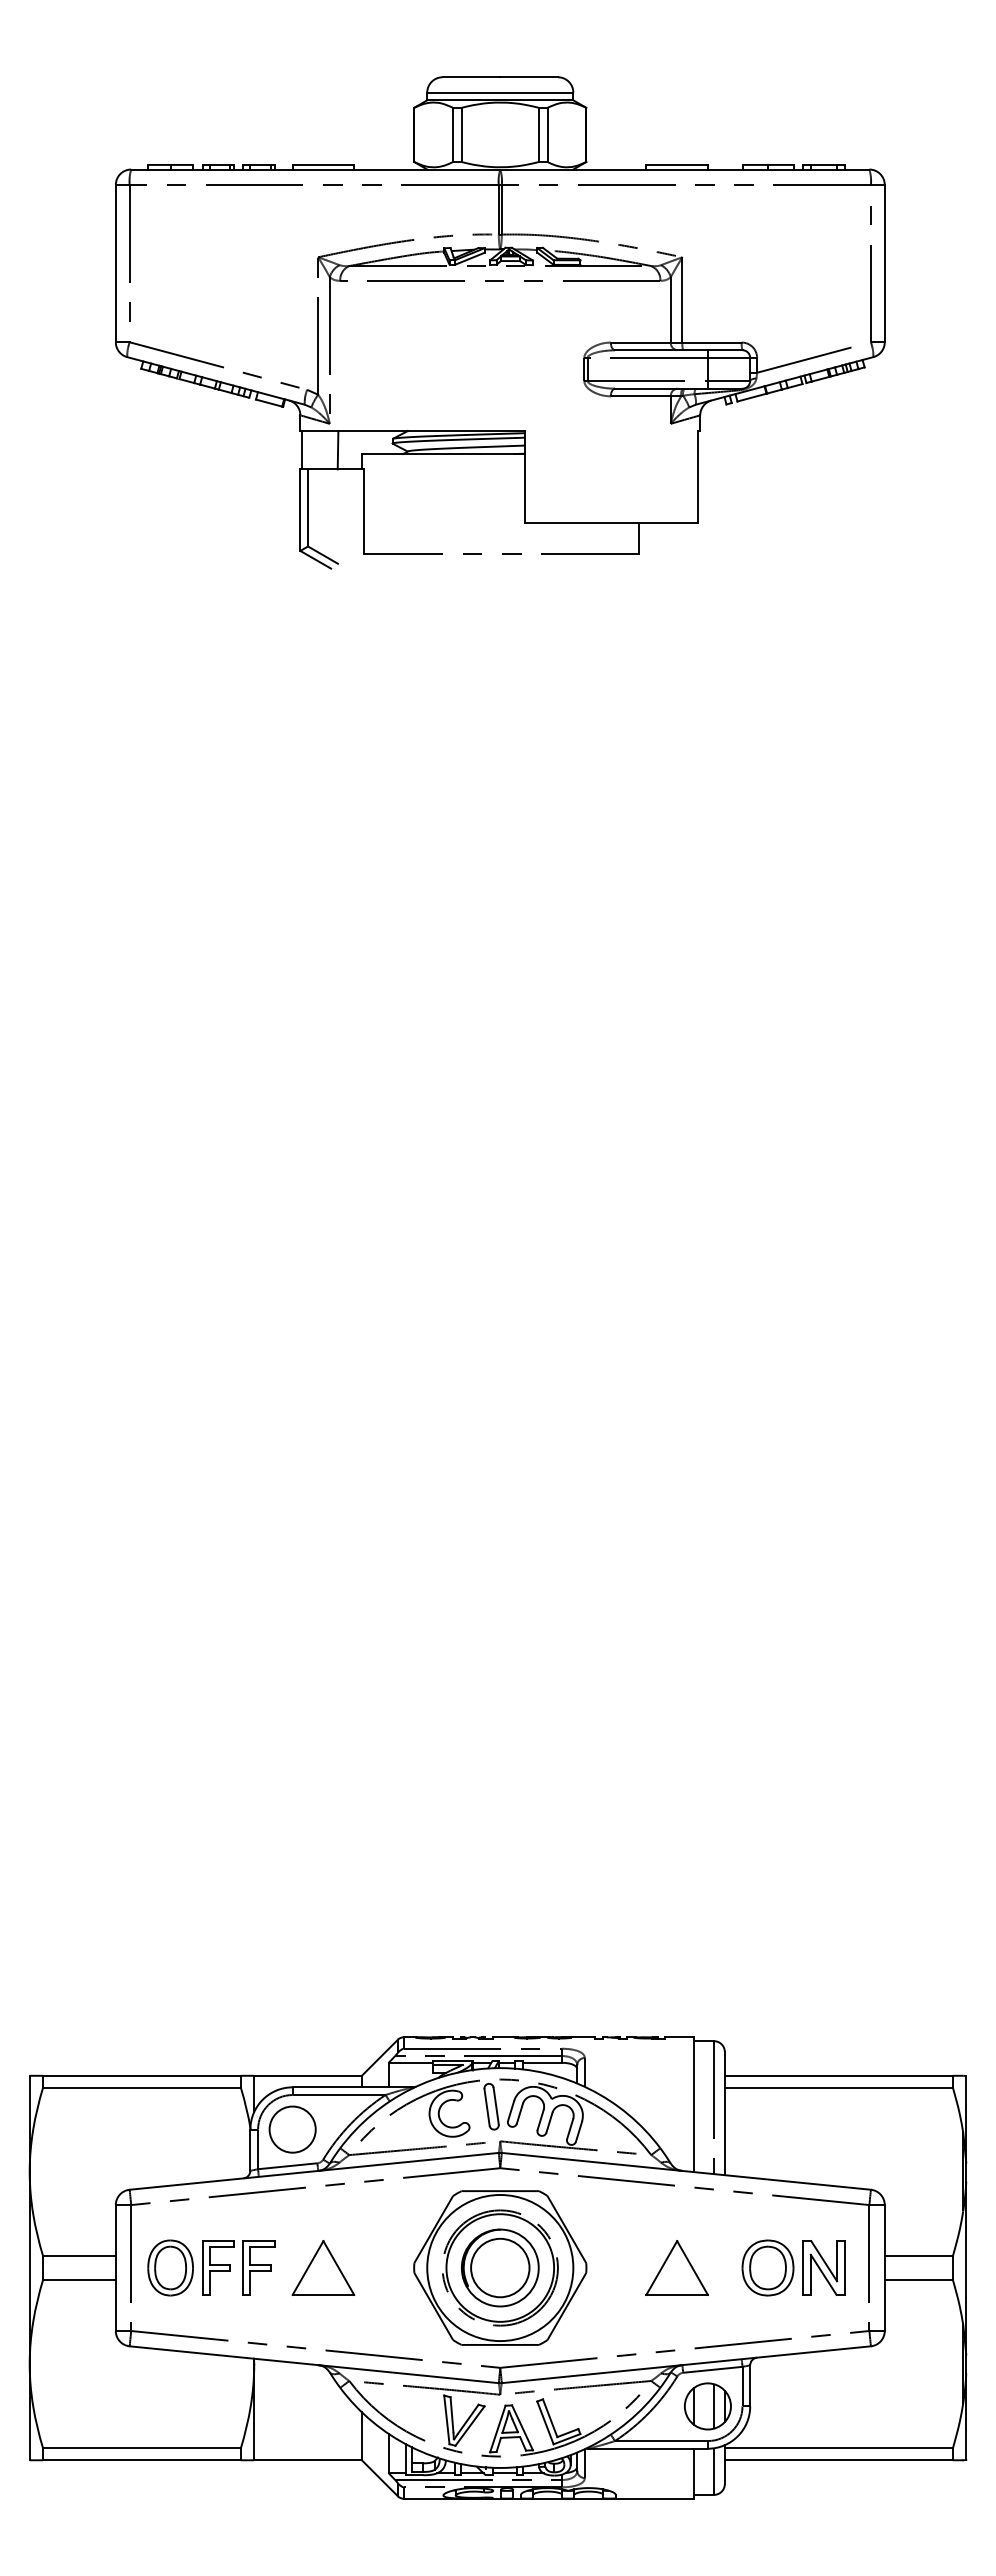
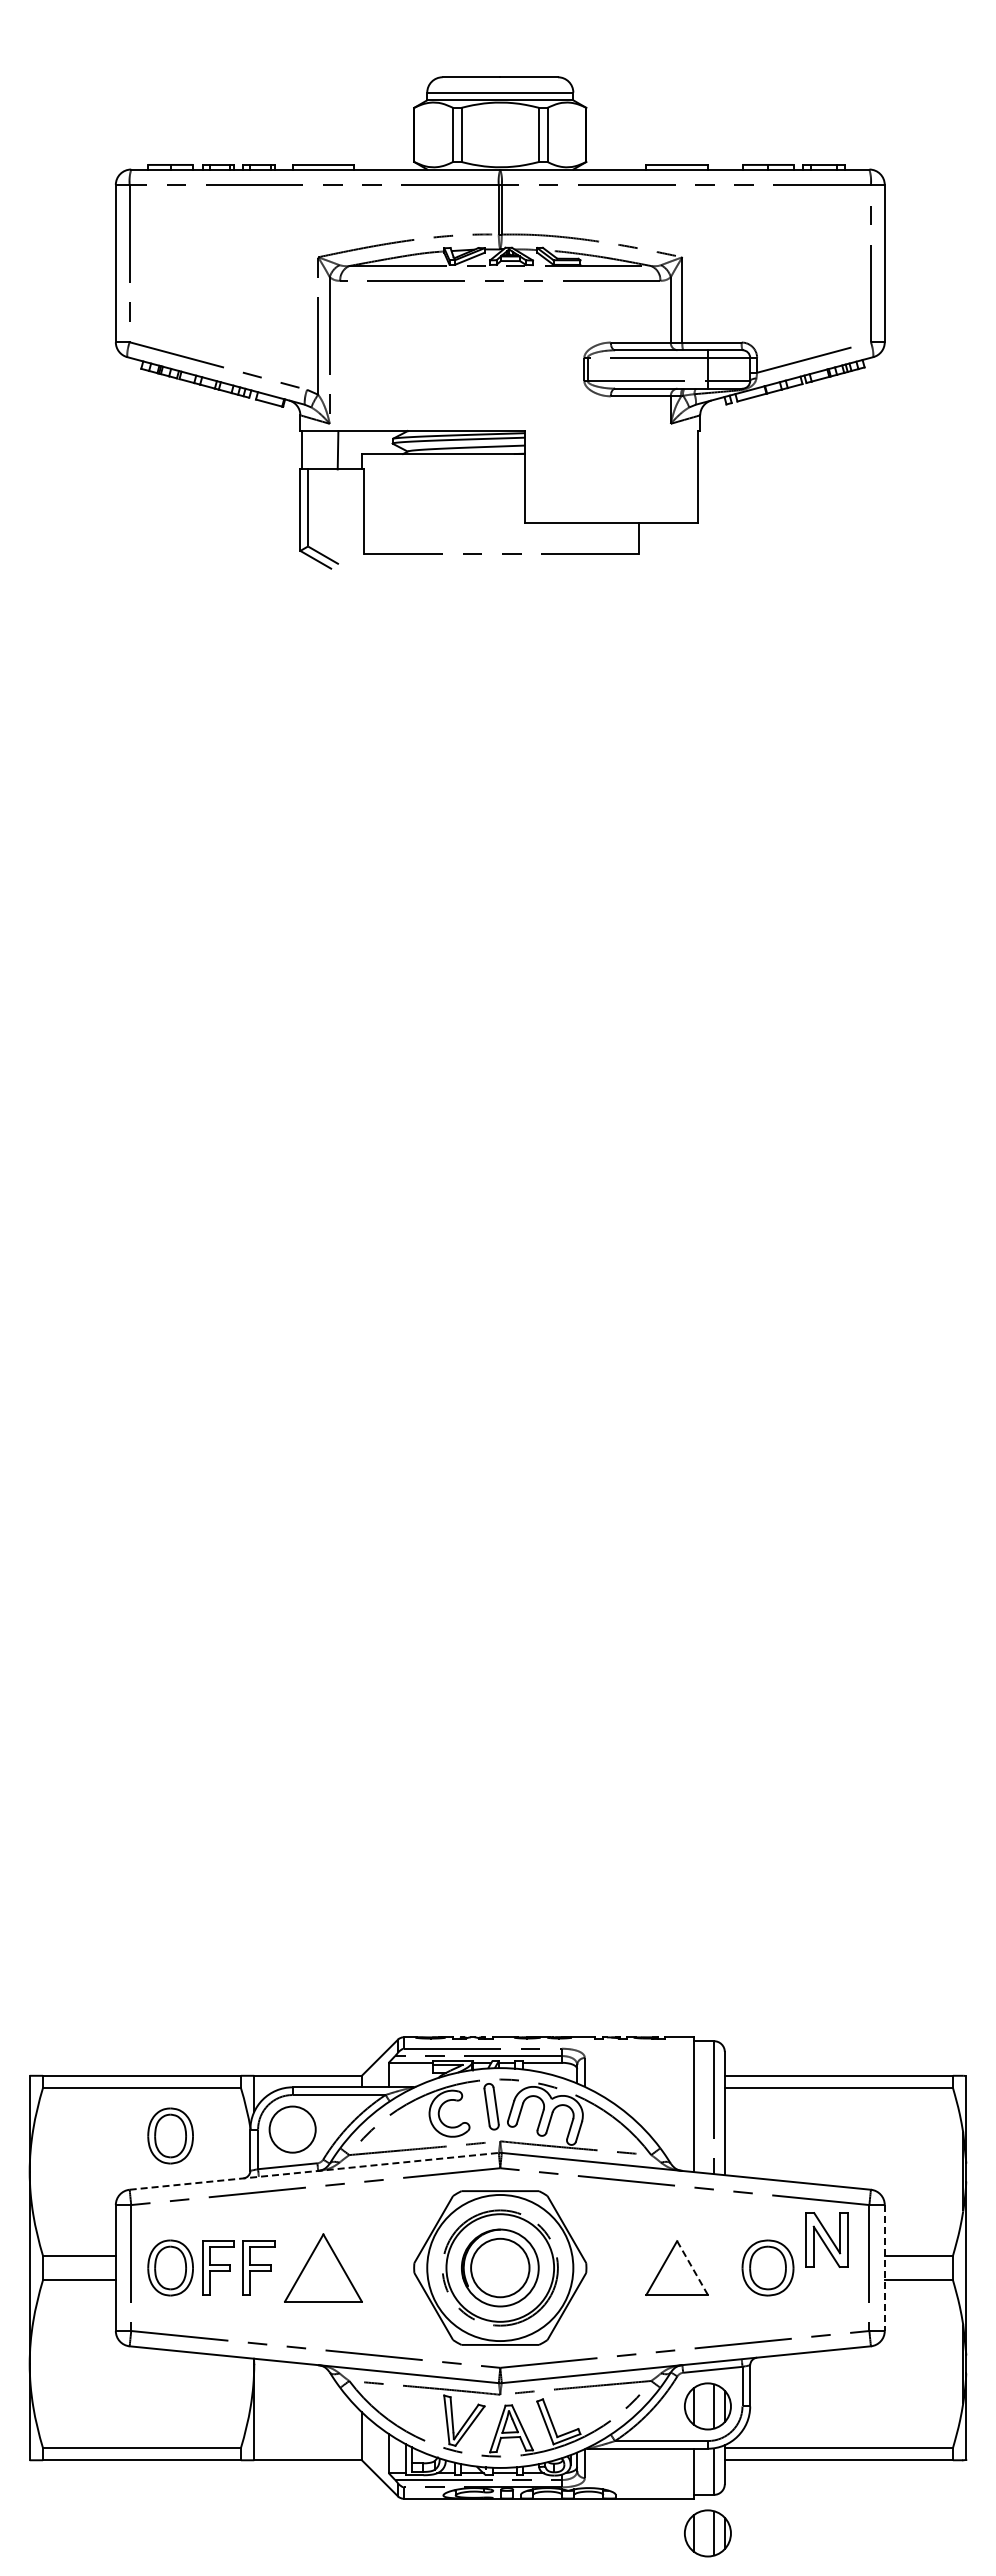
part at (170, 2135): none -> present
line at (314, 2171): solid -> dashed
part at (323, 2267) size: 65x56 px -> 79x70 px
part at (823, 2267) position: (823, 2267) -> (826, 2239)
line at (692, 2268): solid -> dashed
line at (884, 2268): solid -> dashed
part at (707, 2533): none -> present
